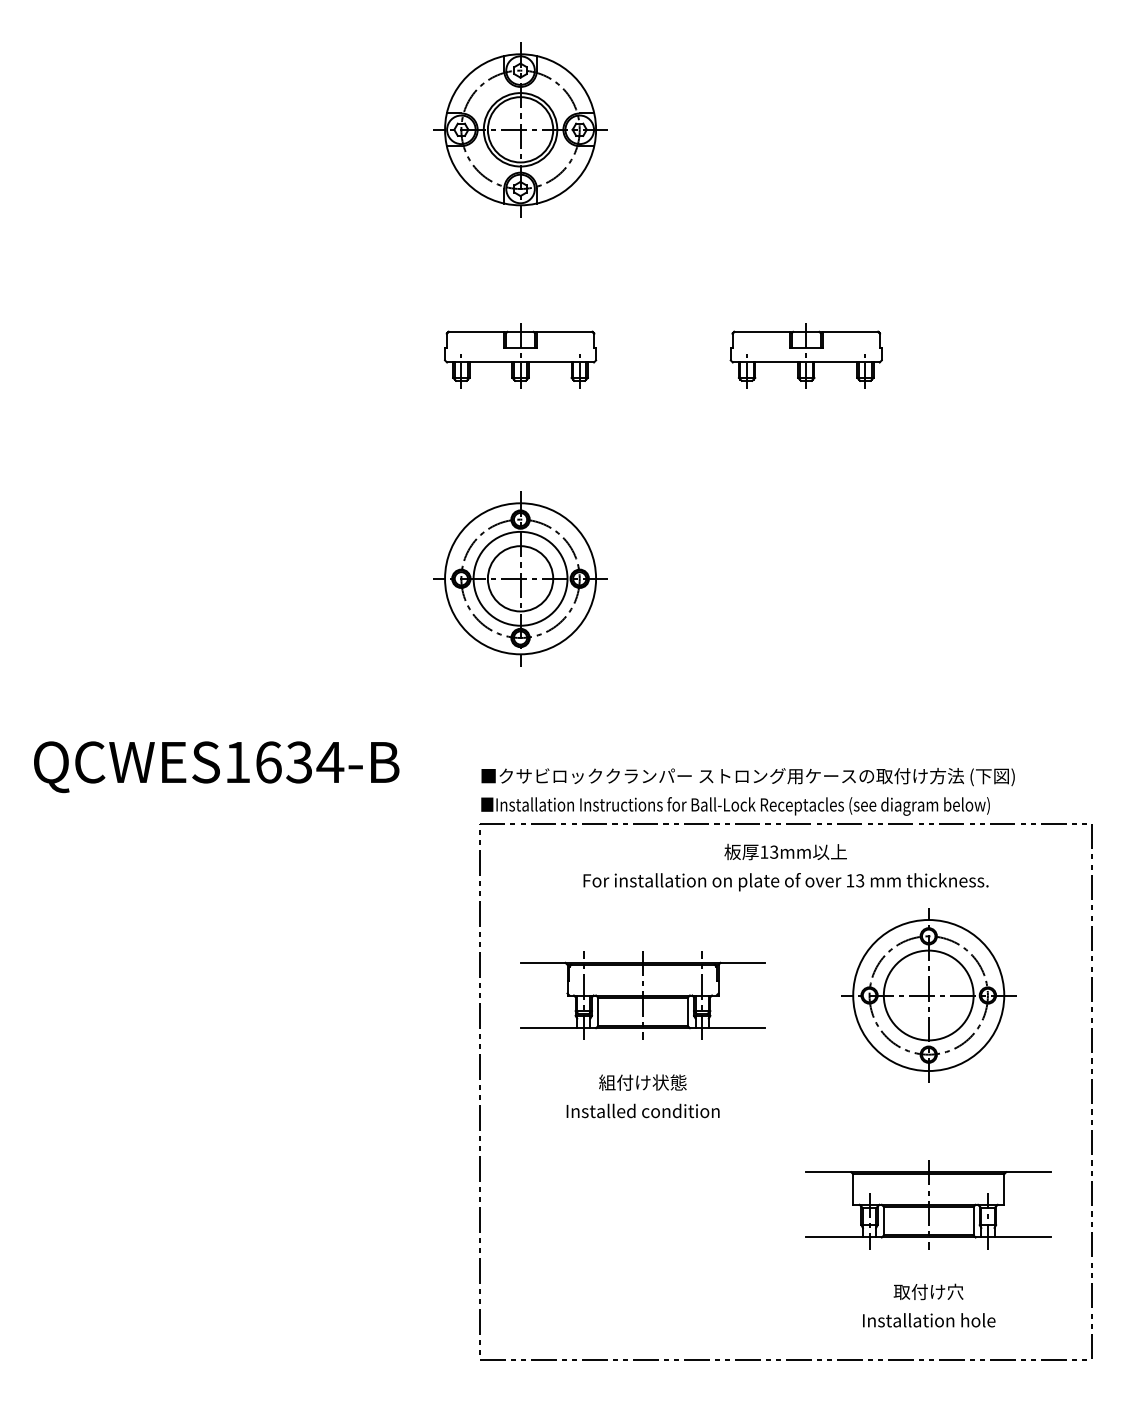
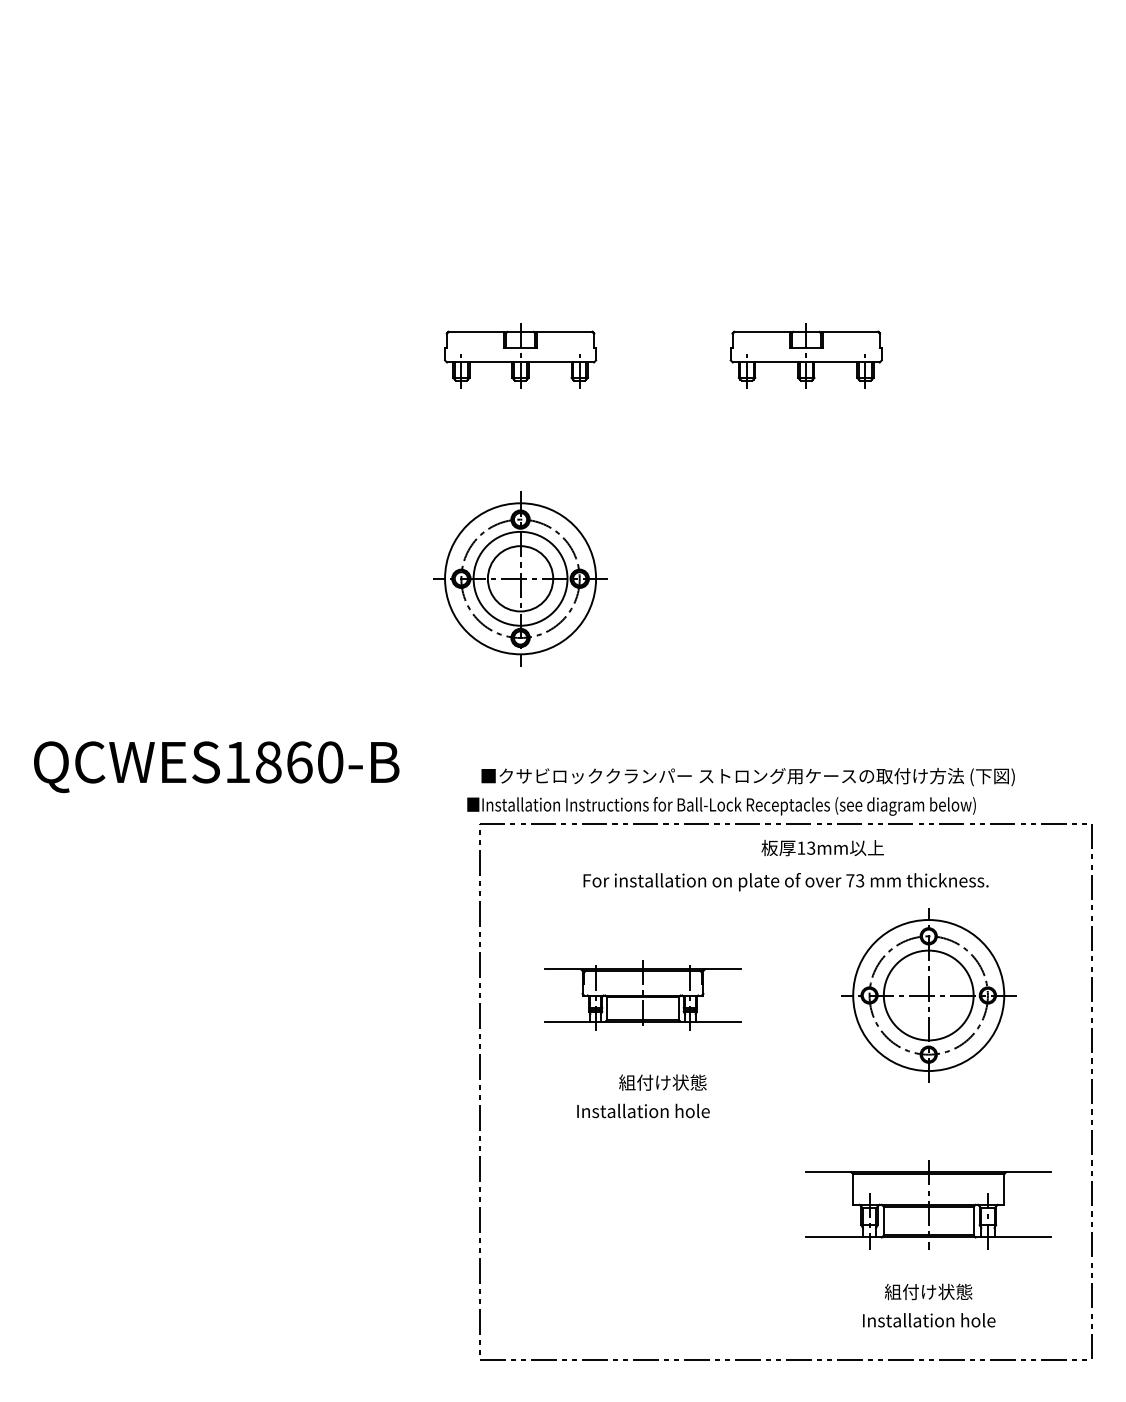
part at (520, 129): present -> none
text at (300, 762): QCWES1634-B -> QCWES1860-B
text at (735, 806) position: (735, 806) -> (721, 806)
text at (785, 851) position: (785, 851) -> (822, 847)
text at (850, 880): 13 -> 73
part at (642, 995) size: 246x89 px -> 198x71 px
text at (642, 1082) position: (642, 1082) -> (662, 1082)
text at (642, 1110): Installed condition -> Installation hole
text at (928, 1291): 取付け穴 -> 組付け状態
